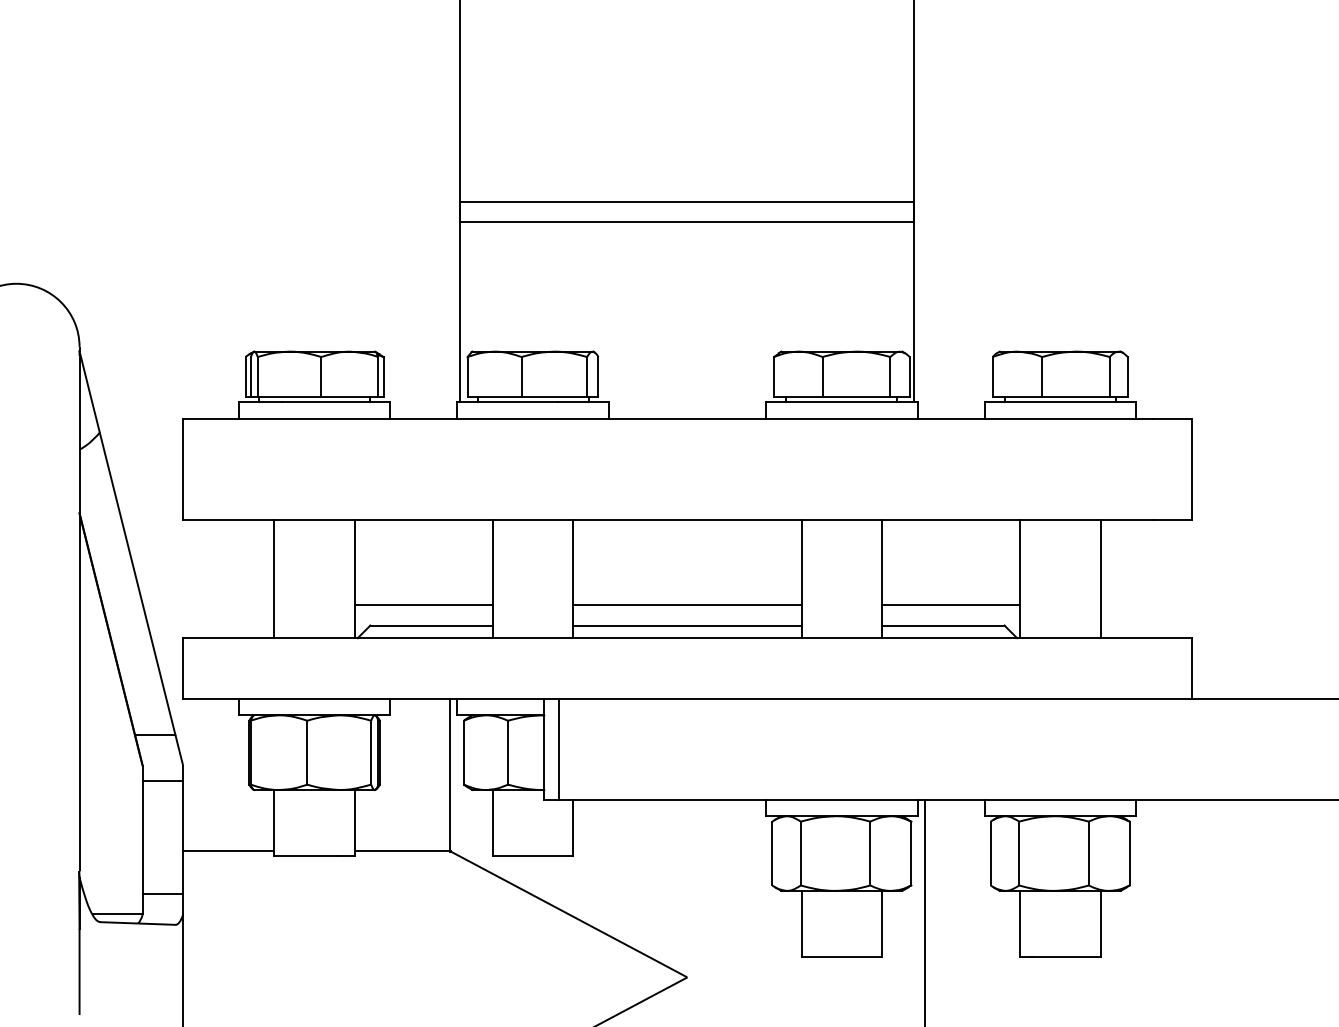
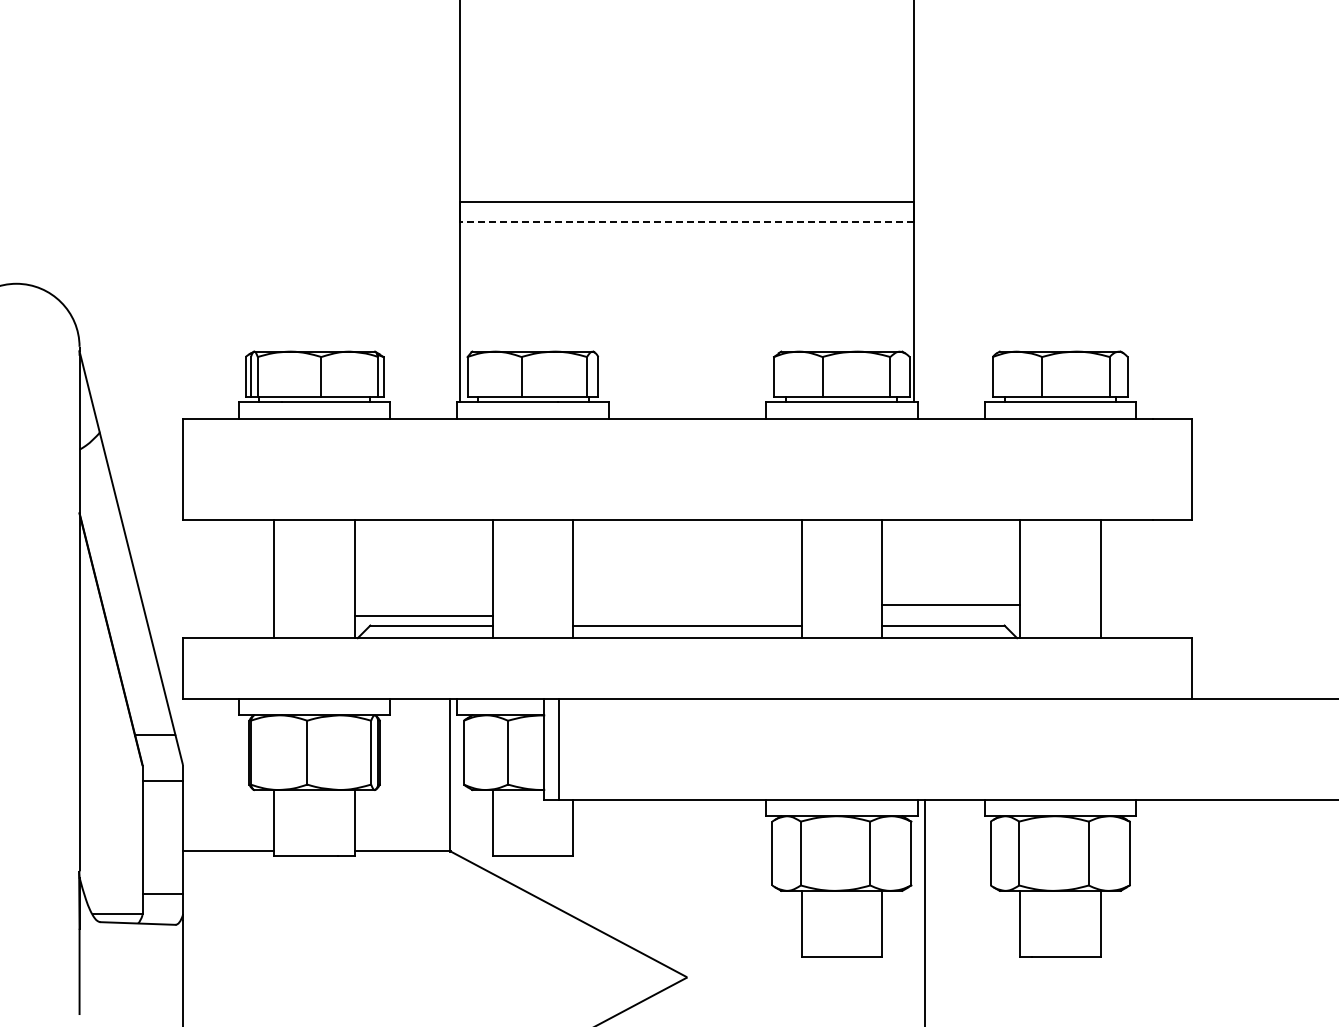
line at (687, 222): solid -> dashed
line at (423, 605) position: (423, 605) -> (423, 616)
line at (687, 605): present -> none
